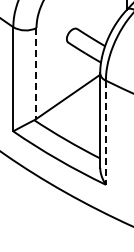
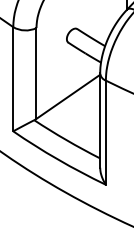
line at (36, 73): dashed -> solid
line at (105, 133): dashed -> solid
